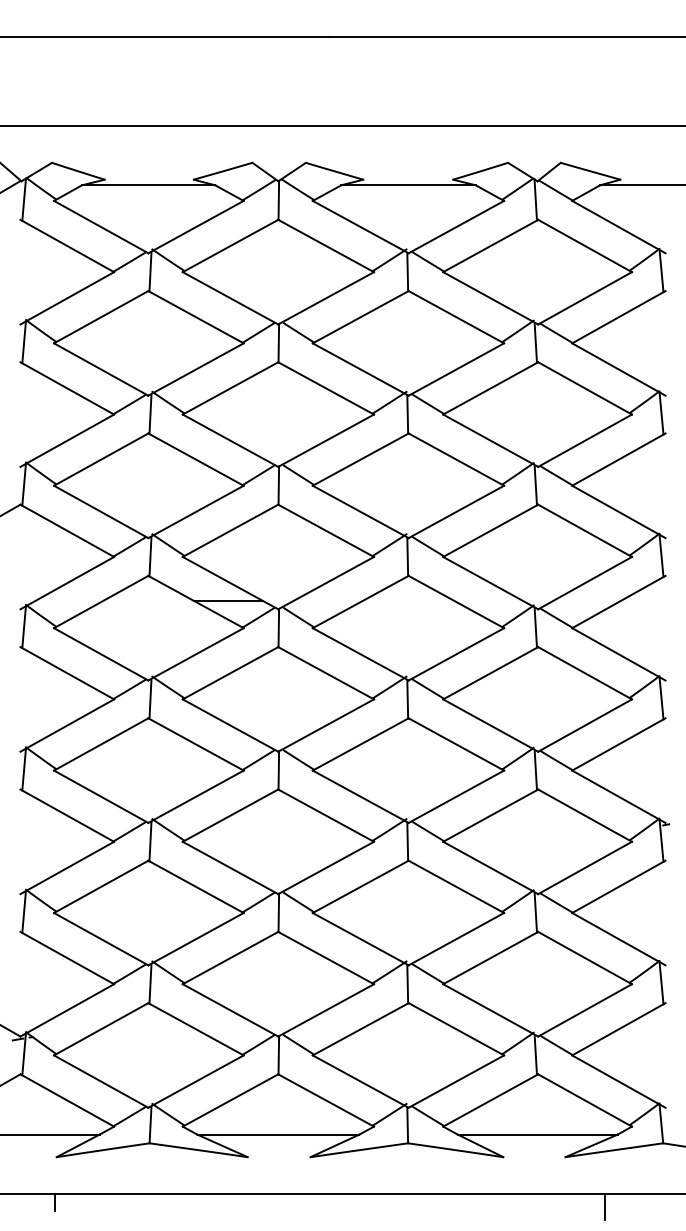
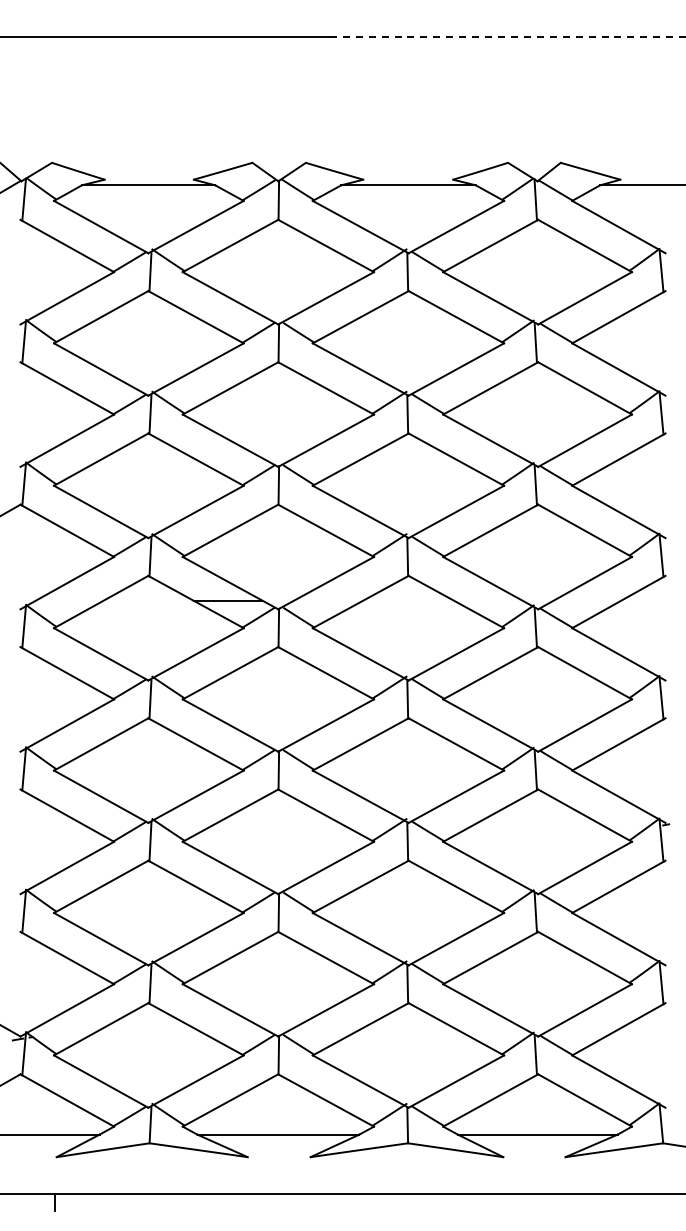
line at (507, 36): solid -> dashed
line at (342, 125): present -> none
line at (604, 1206): present -> none
